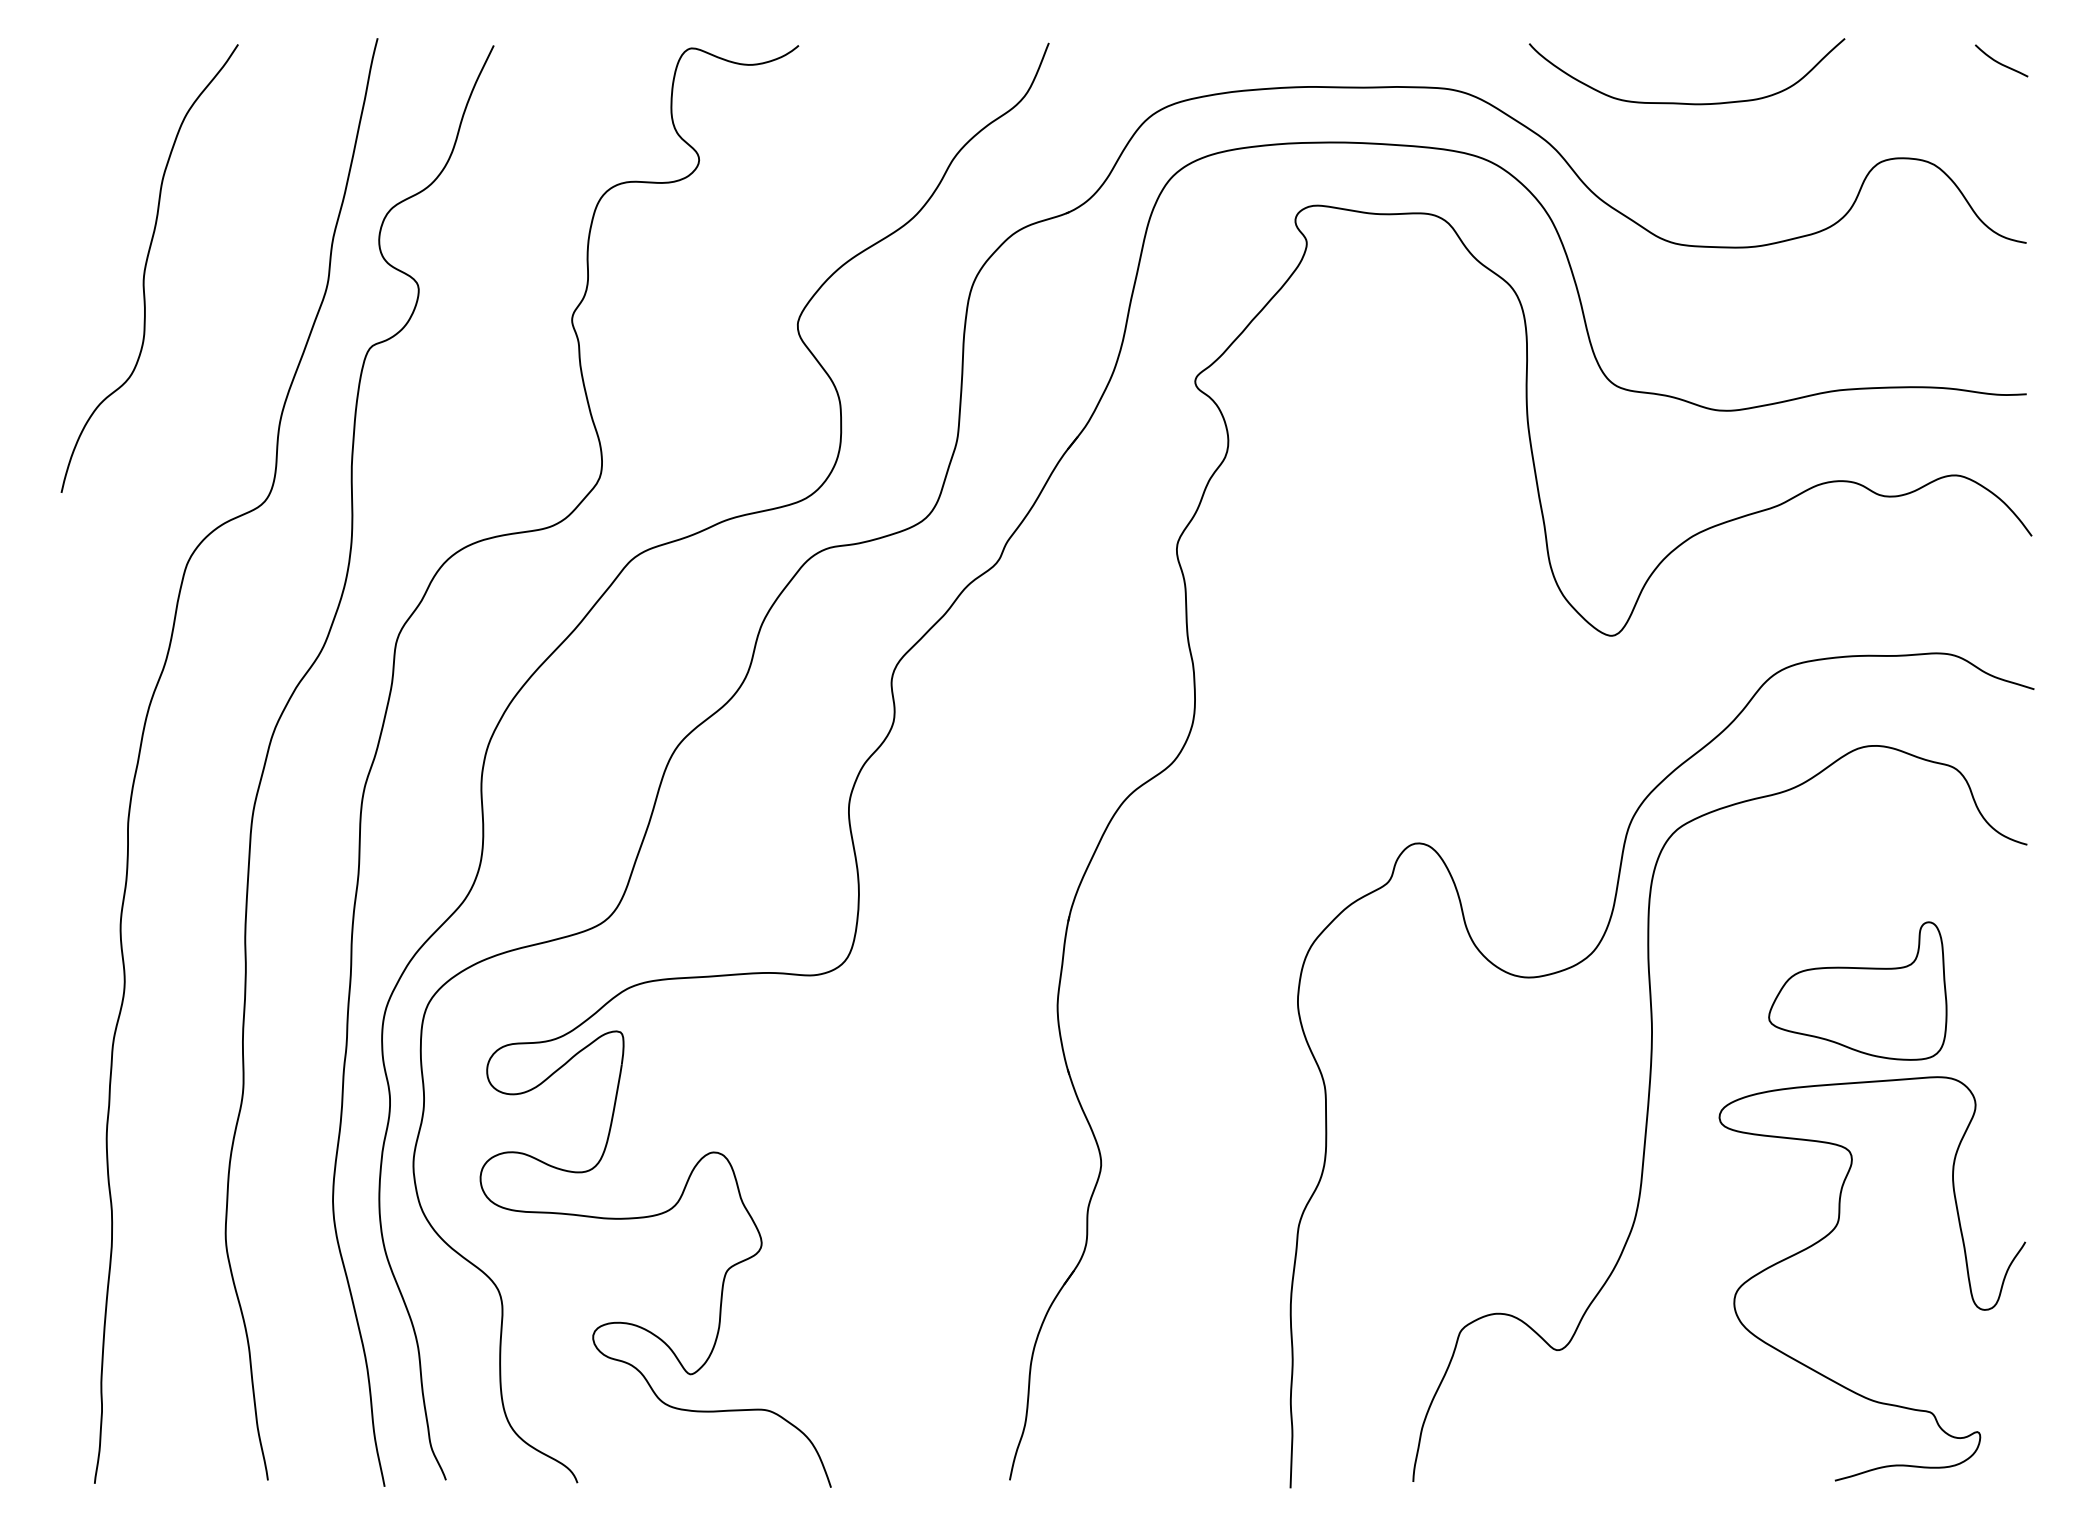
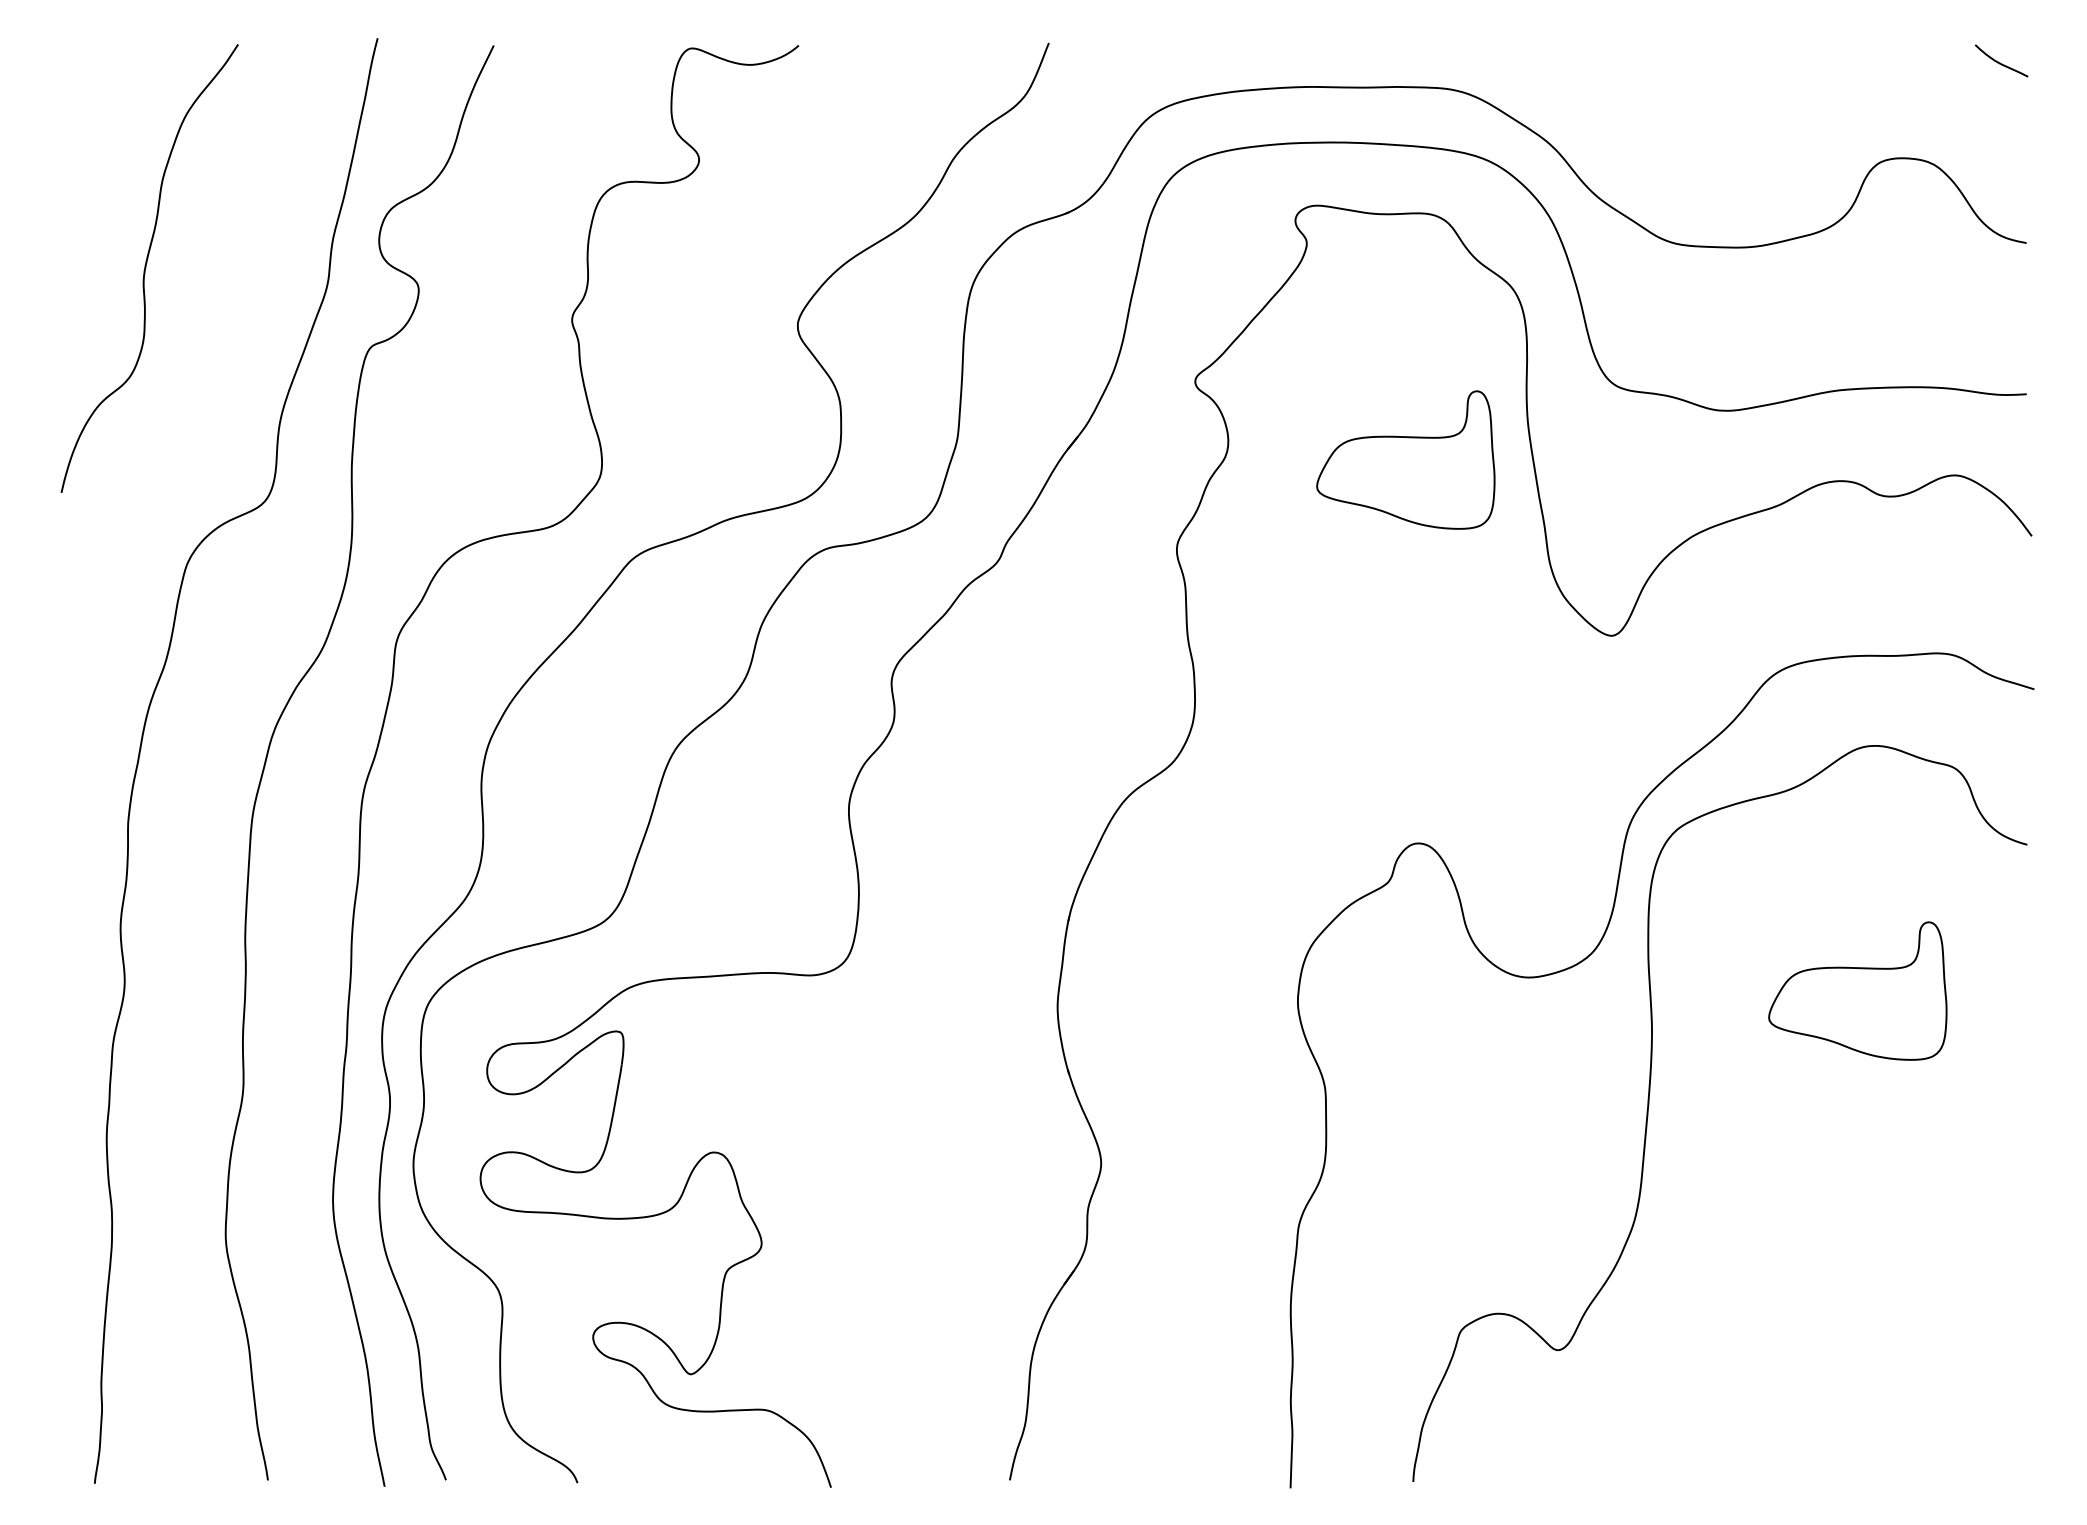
curve at (1683, 102): present -> none
part at (1405, 459): none -> present
curve at (1832, 1232): present -> none
